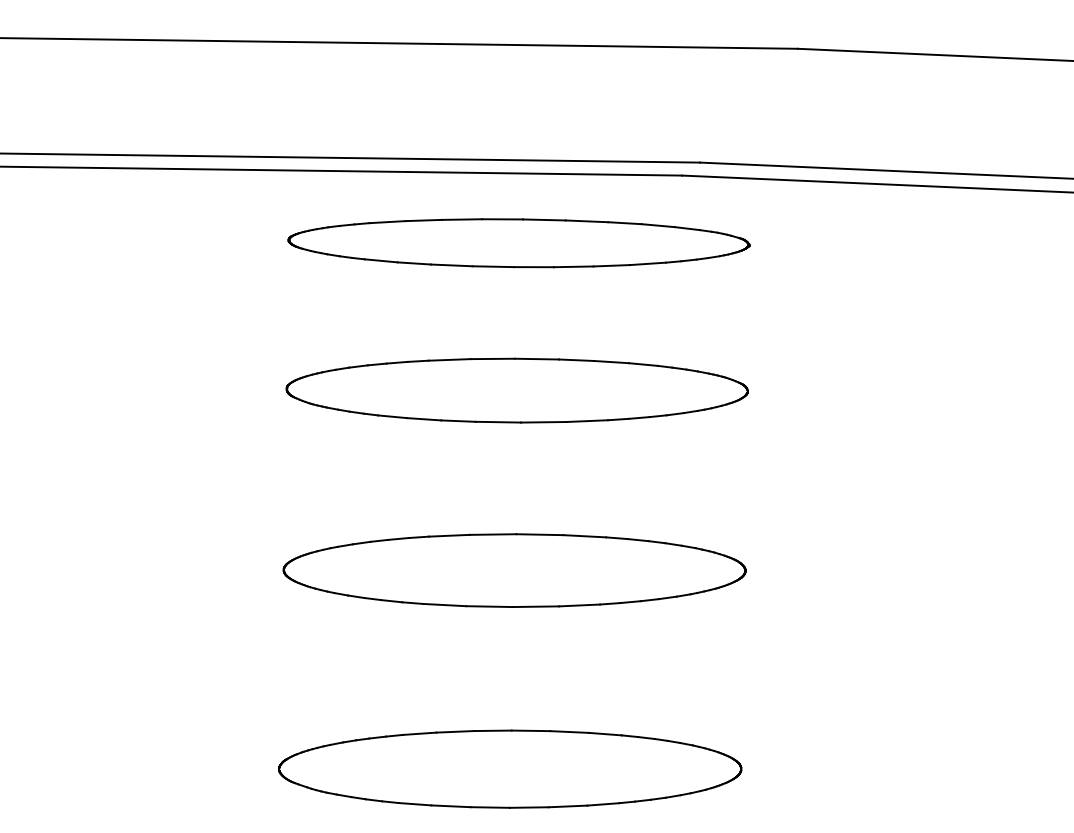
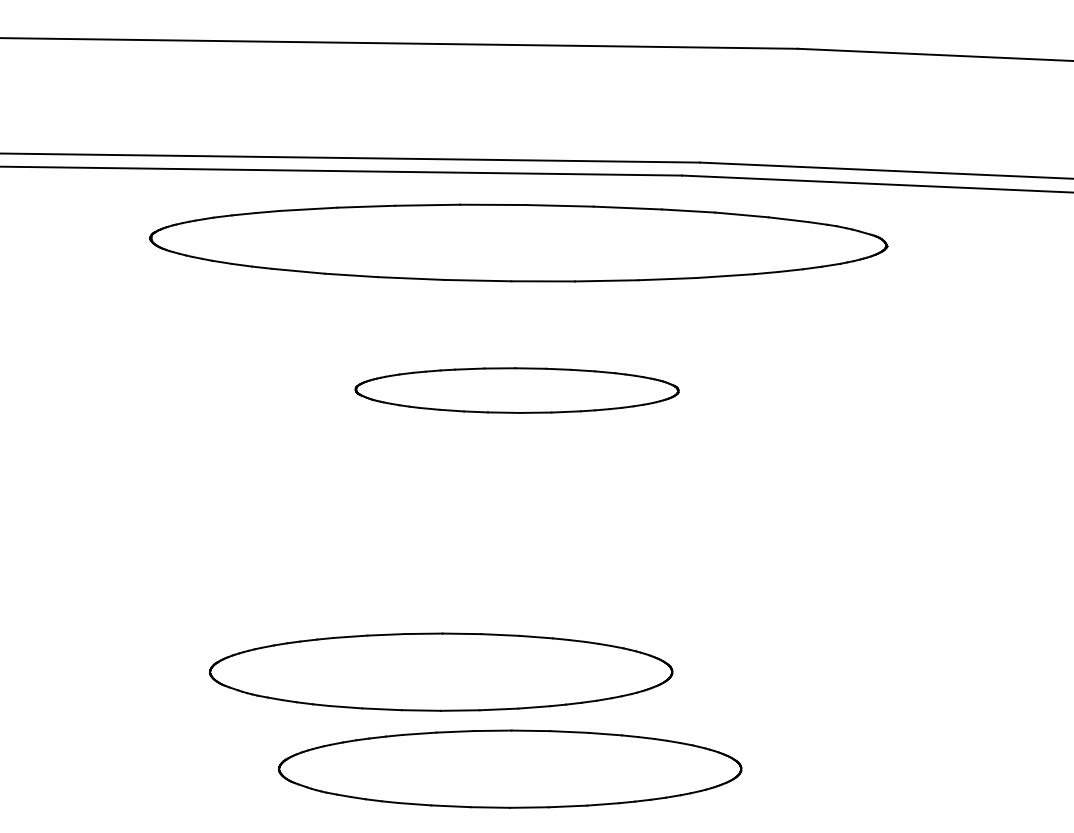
part at (518, 243) size: 464x51 px -> 740x80 px
part at (516, 390) size: 464x67 px -> 326x47 px
part at (514, 570): present -> none
part at (441, 671): none -> present
